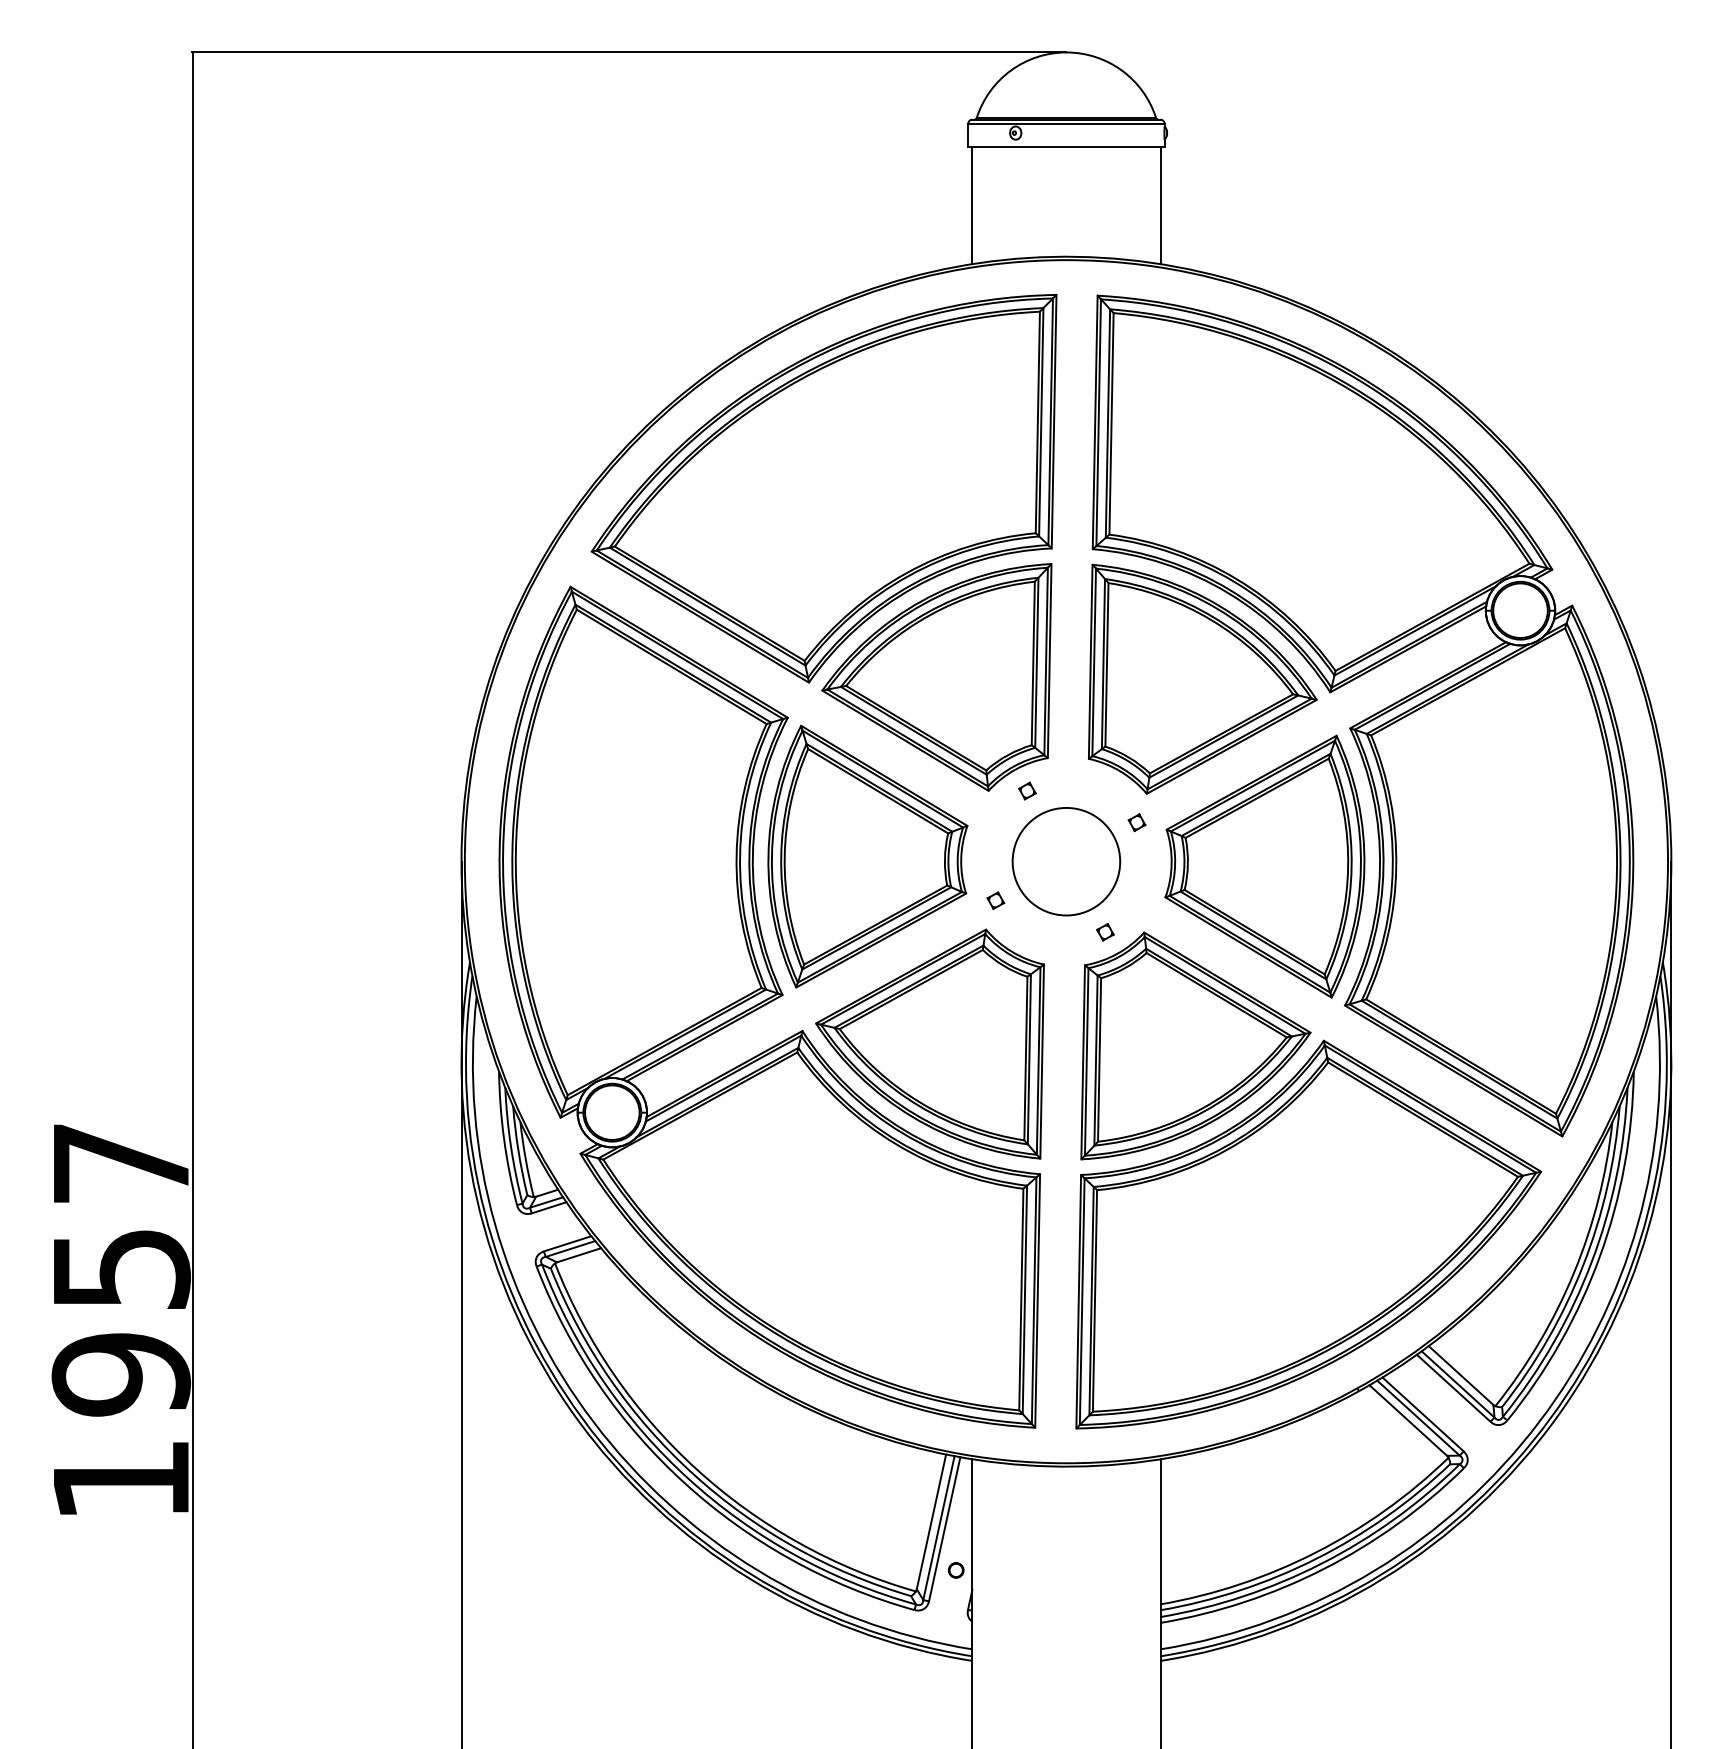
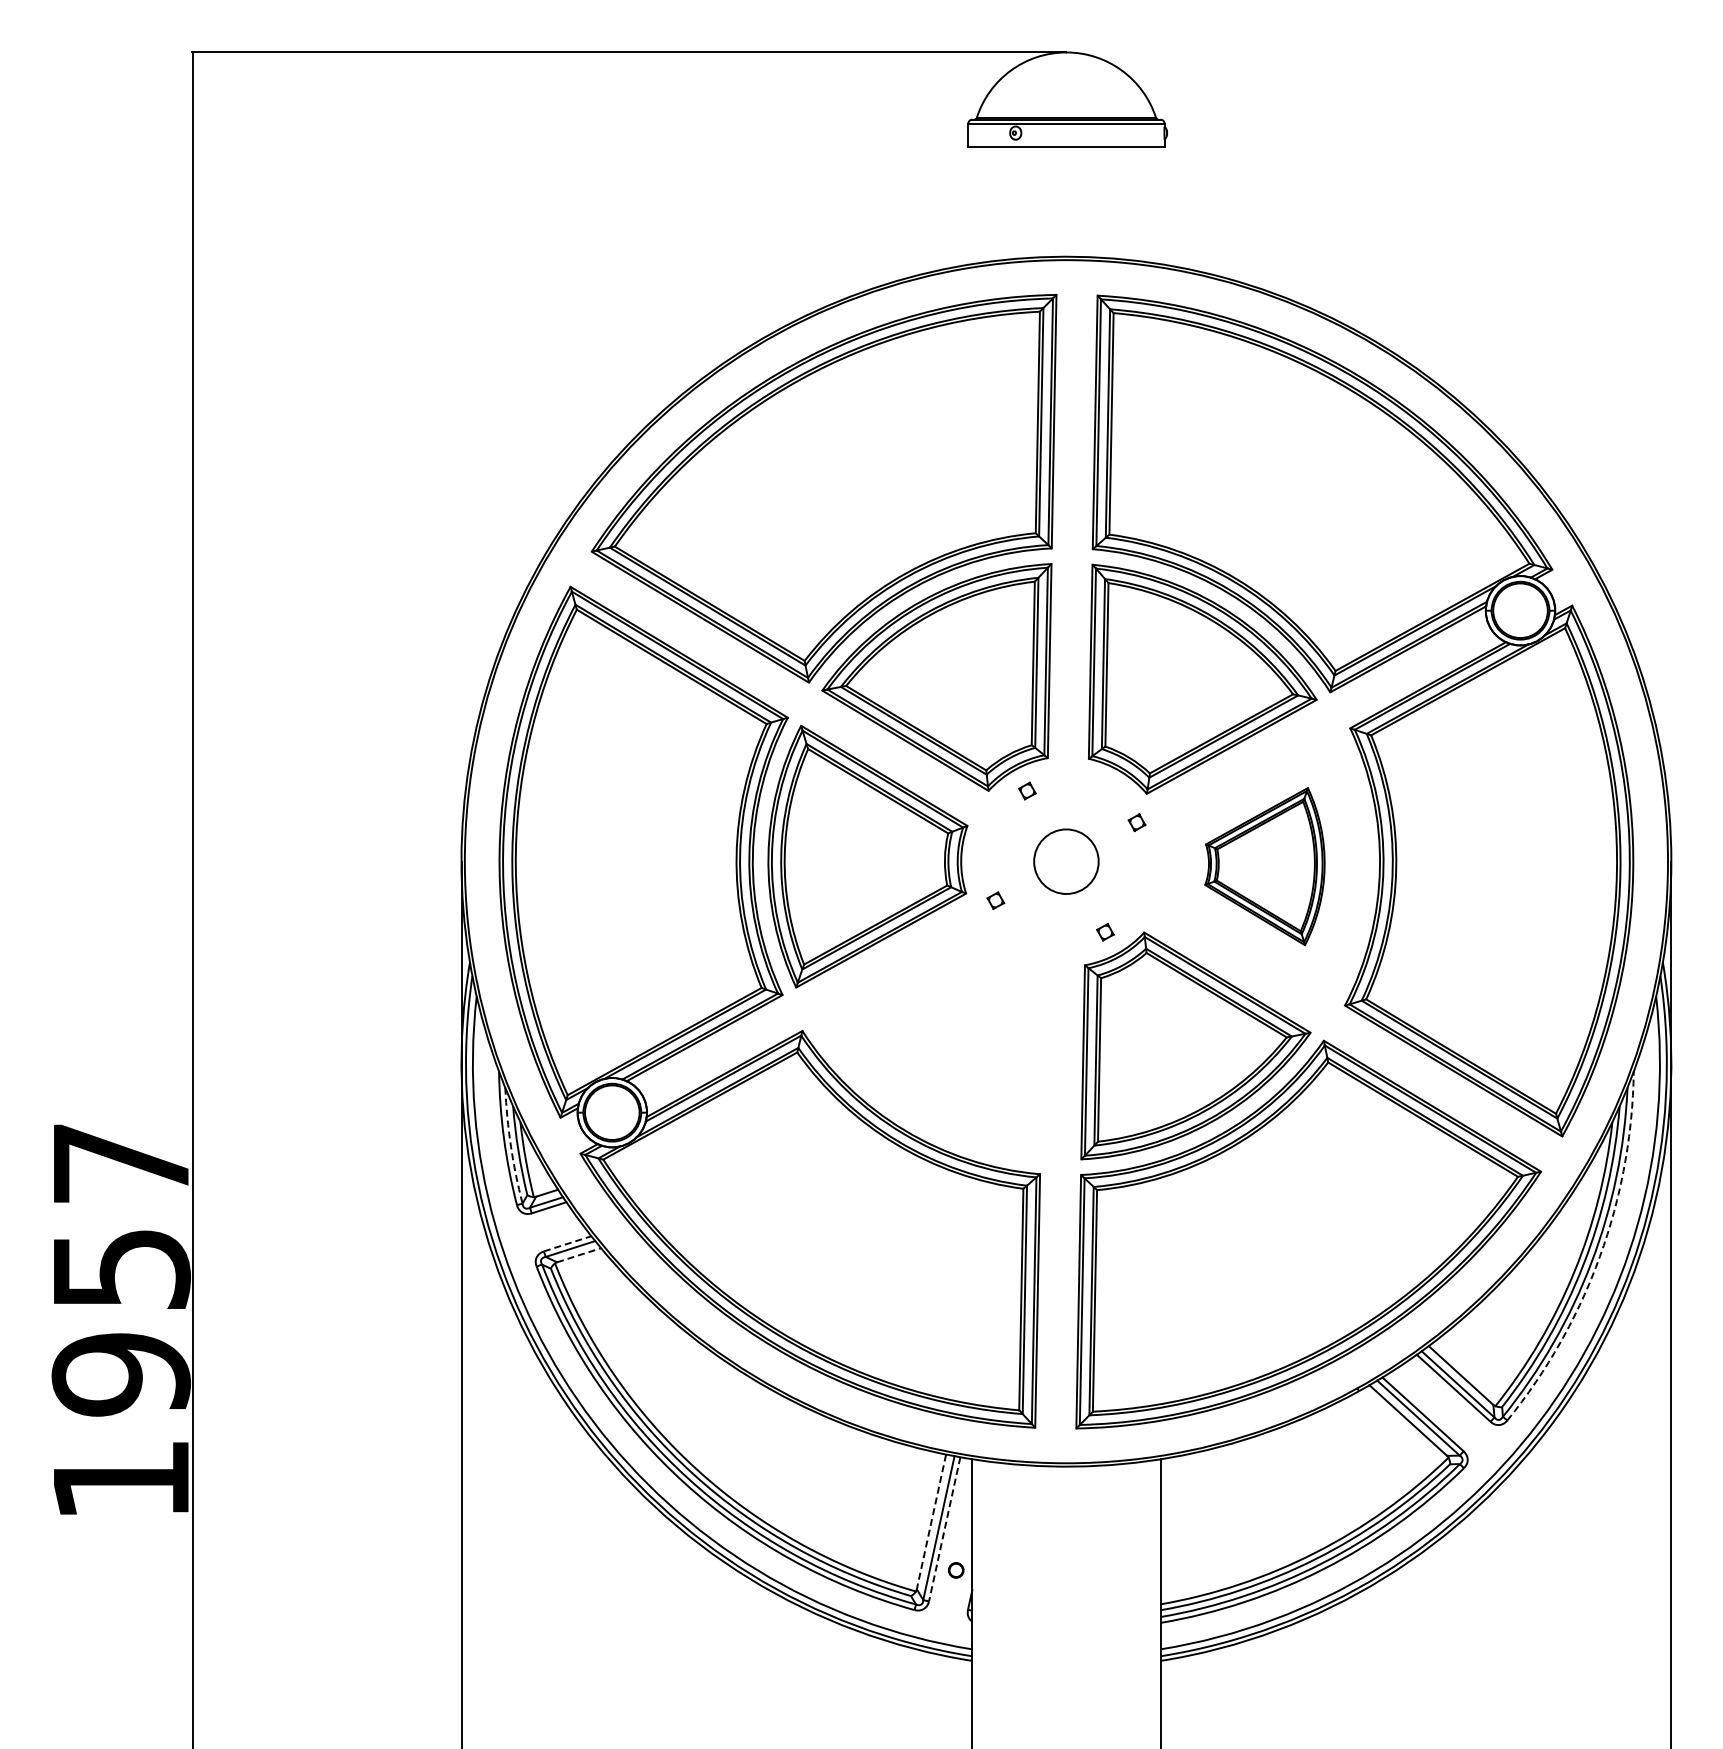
line at (972, 205): present -> none
line at (1160, 205): present -> none
circle at (1066, 861) diameter: 108 px -> 65 px
part at (1264, 866) size: 202x265 px -> 122x160 px
part at (929, 1043): present -> none
arc at (510, 1146): solid -> dashed
line at (567, 1243): solid -> dashed
line at (579, 1255): solid -> dashed
arc at (1599, 1256): solid -> dashed
line at (931, 1521): solid -> dashed
line at (944, 1529): solid -> dashed
